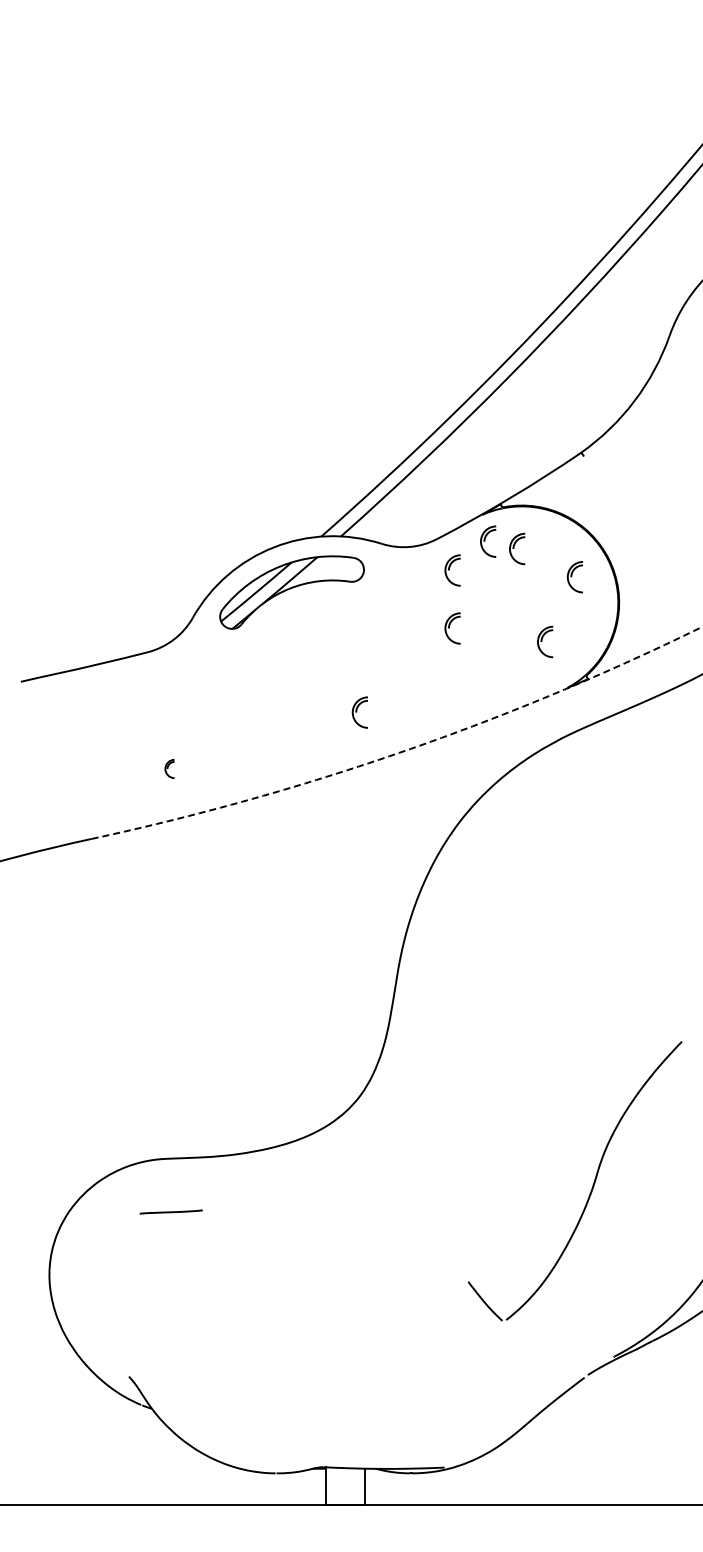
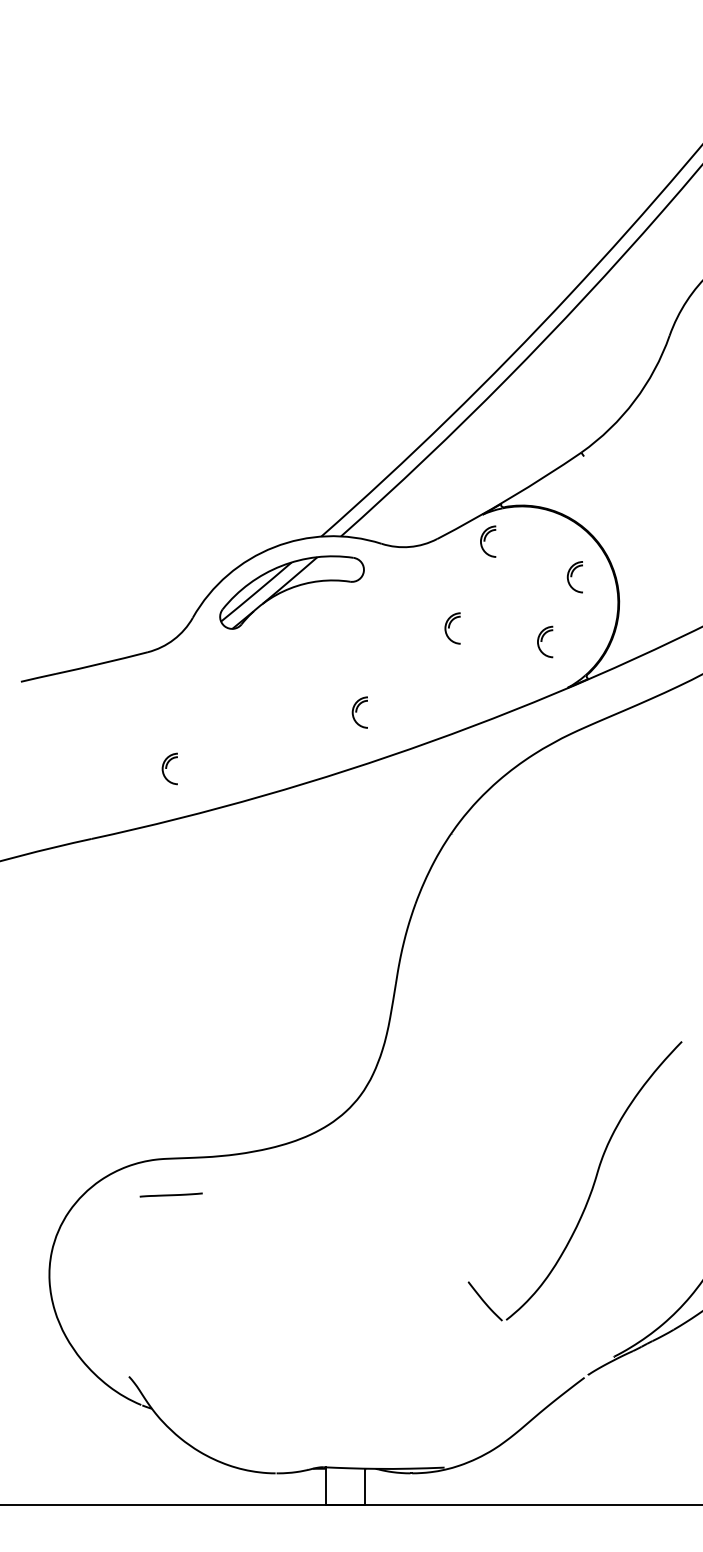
part at (517, 548): present -> none
part at (452, 570): present -> none
arc at (402, 751): dashed -> solid
part at (169, 768) size: 11x20 px -> 17x34 px
line at (170, 1211) position: (170, 1211) -> (170, 1194)
